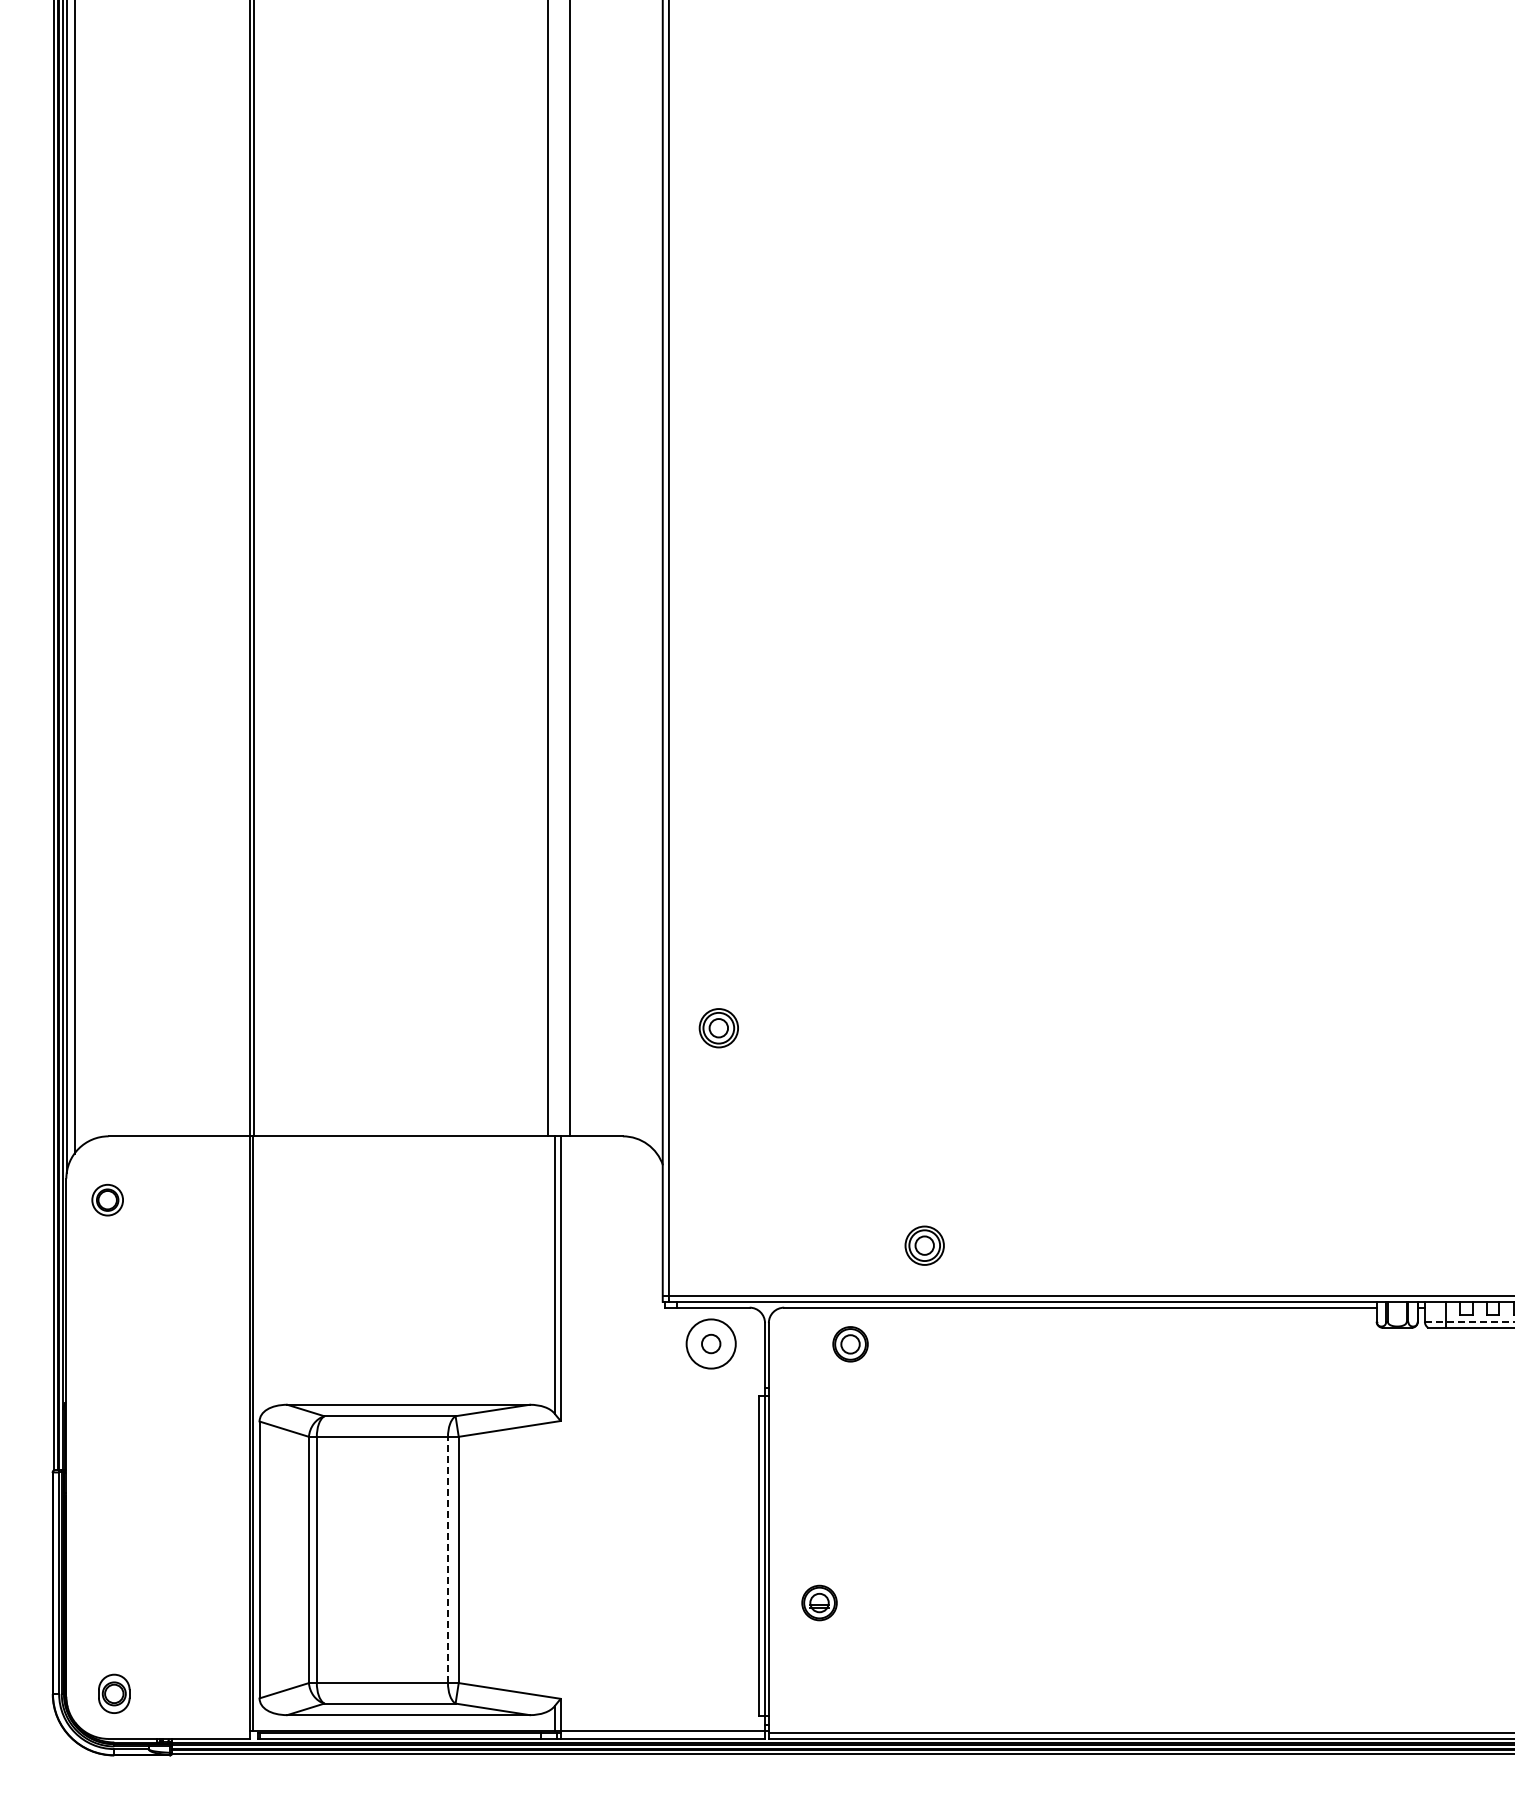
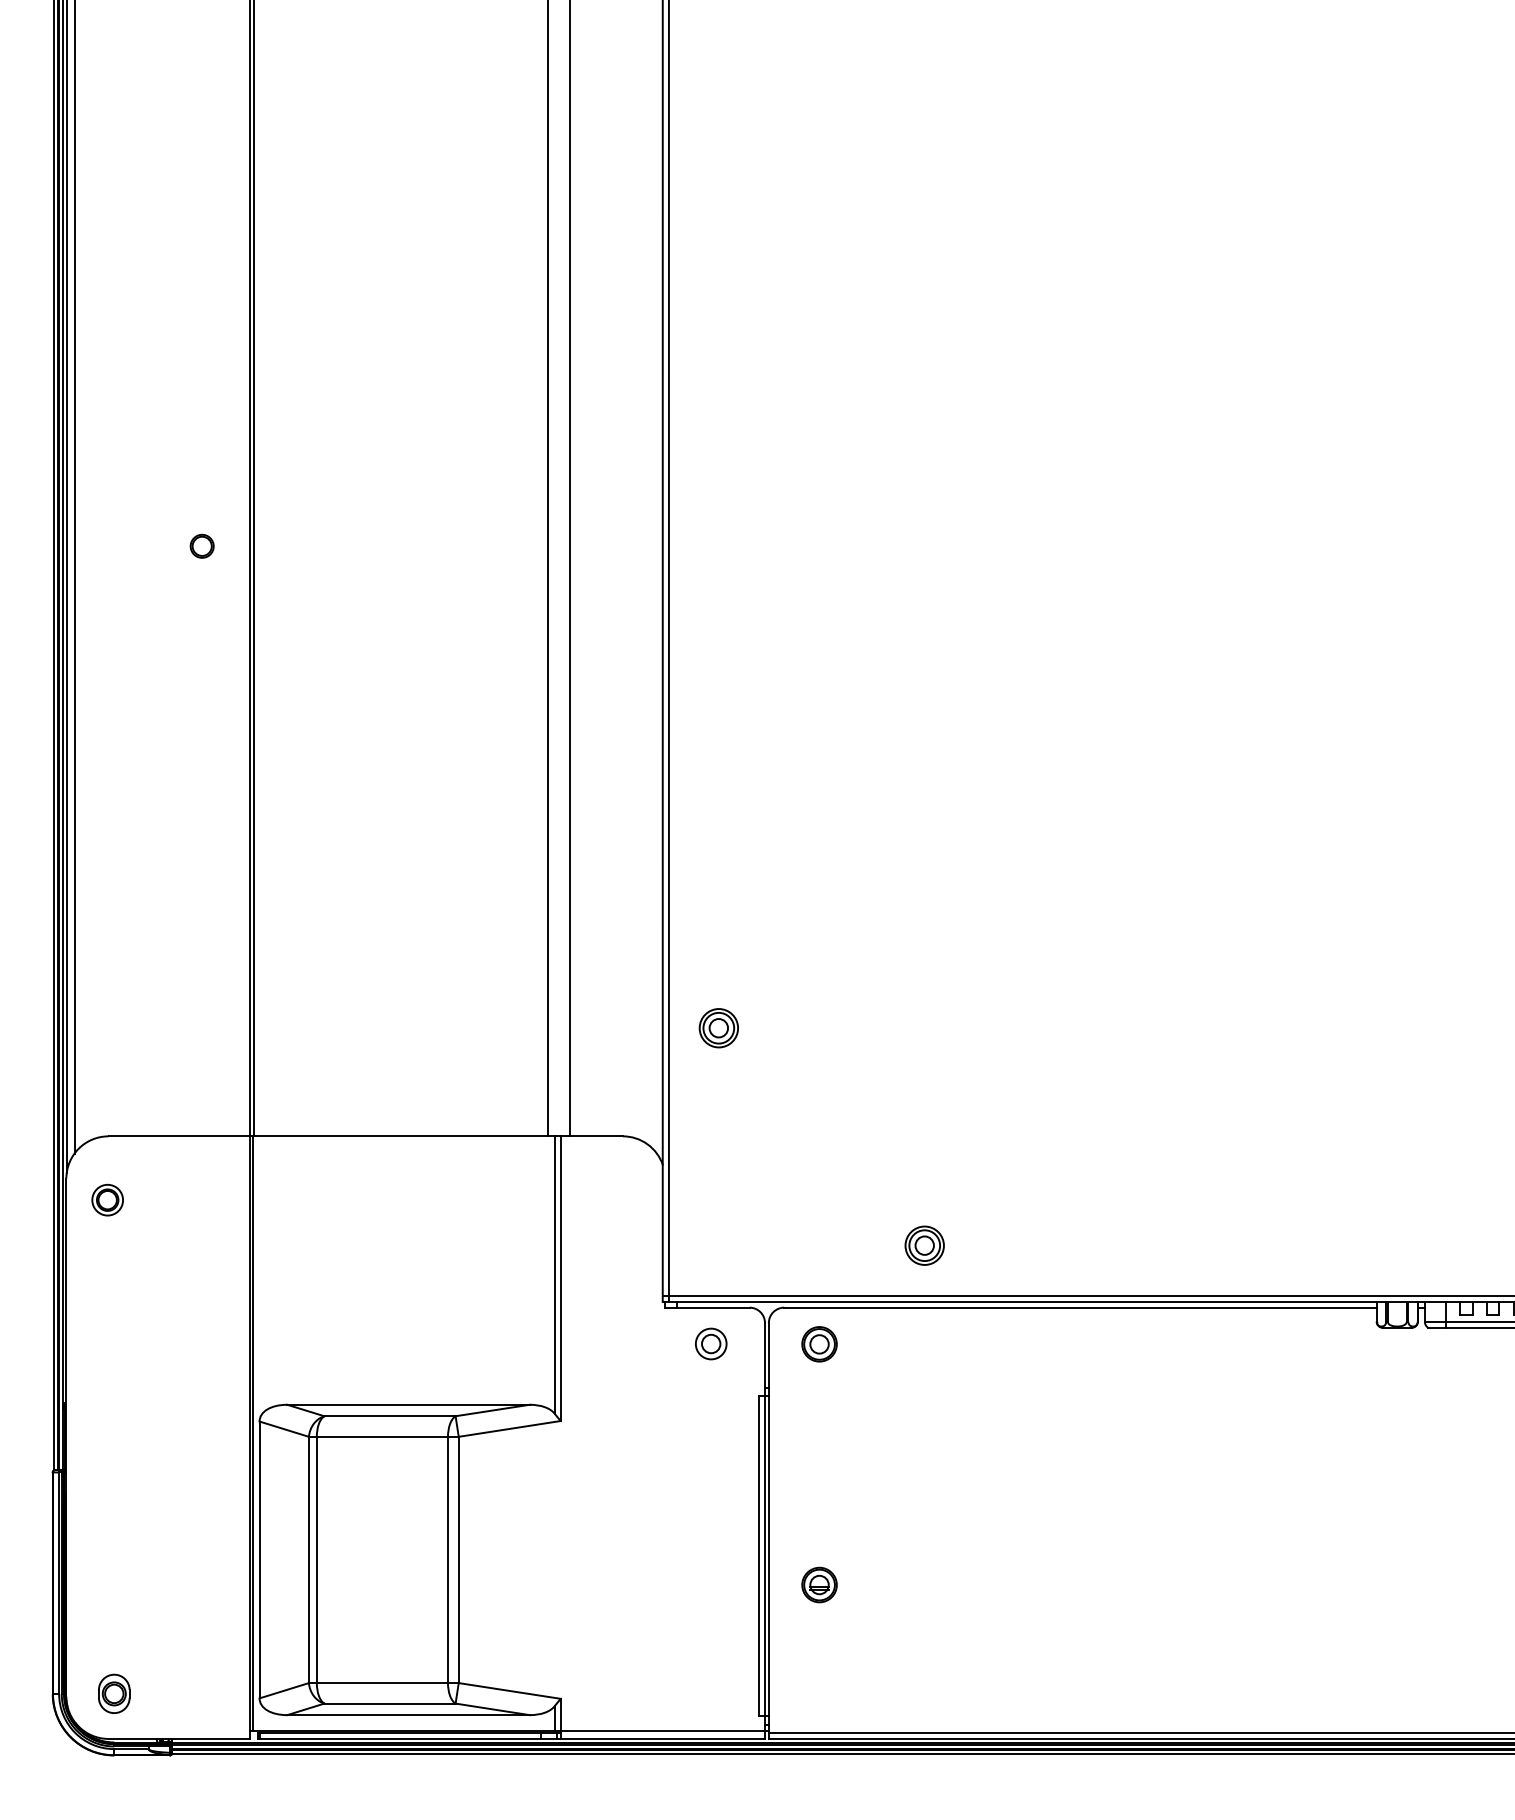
part at (201, 545): none -> present
line at (1469, 1321): dashed -> solid
circle at (710, 1343) diameter: 49 px -> 31 px
part at (850, 1344) position: (850, 1344) -> (819, 1344)
line at (447, 1559): dashed -> solid
part at (819, 1602) position: (819, 1602) -> (819, 1584)
